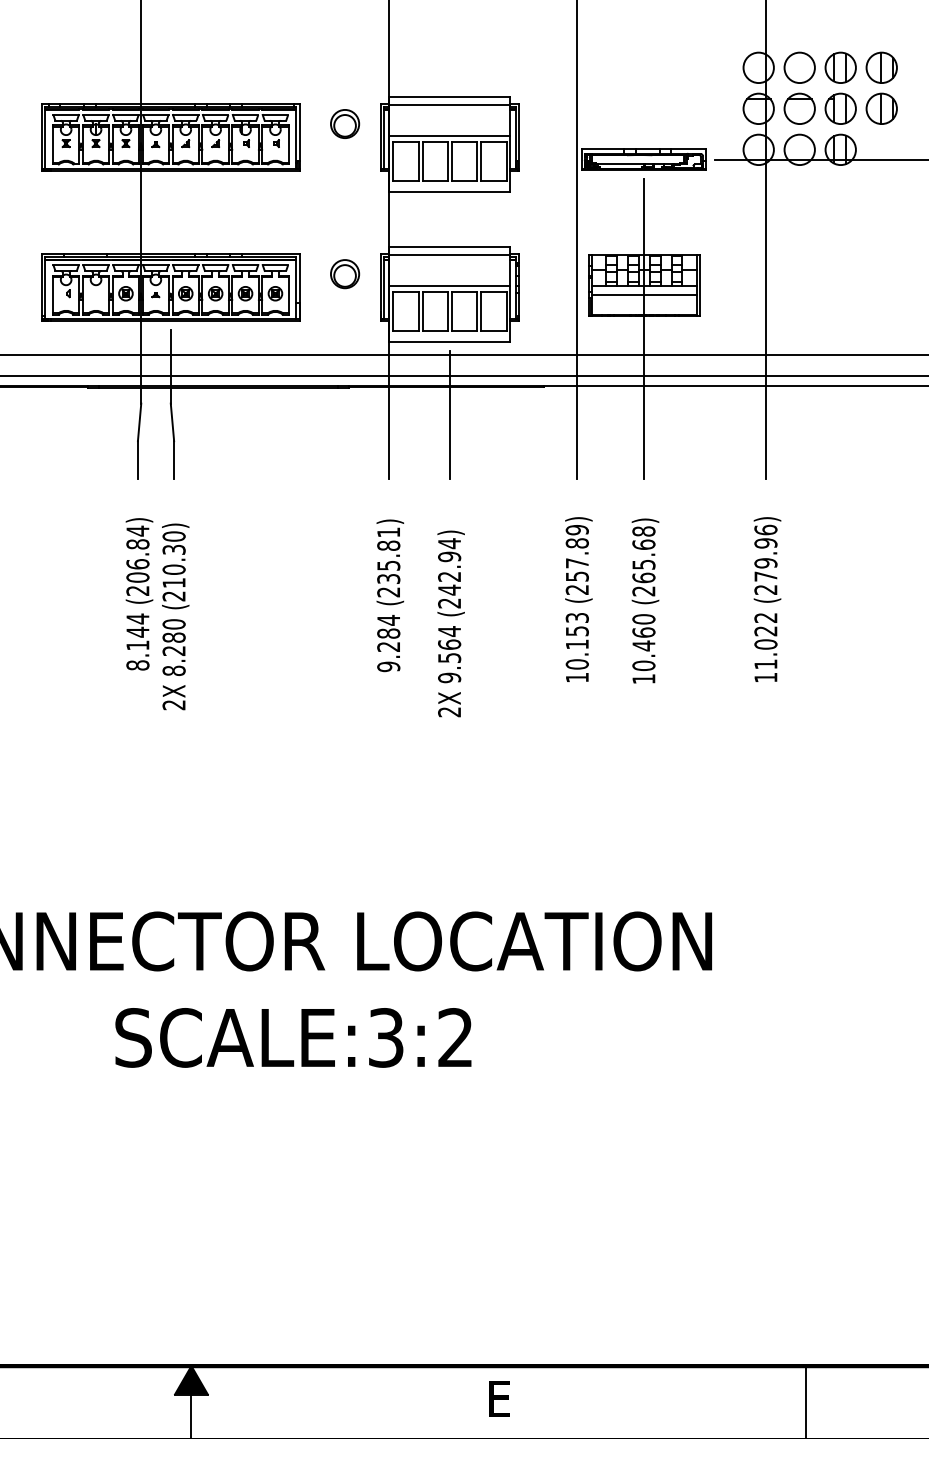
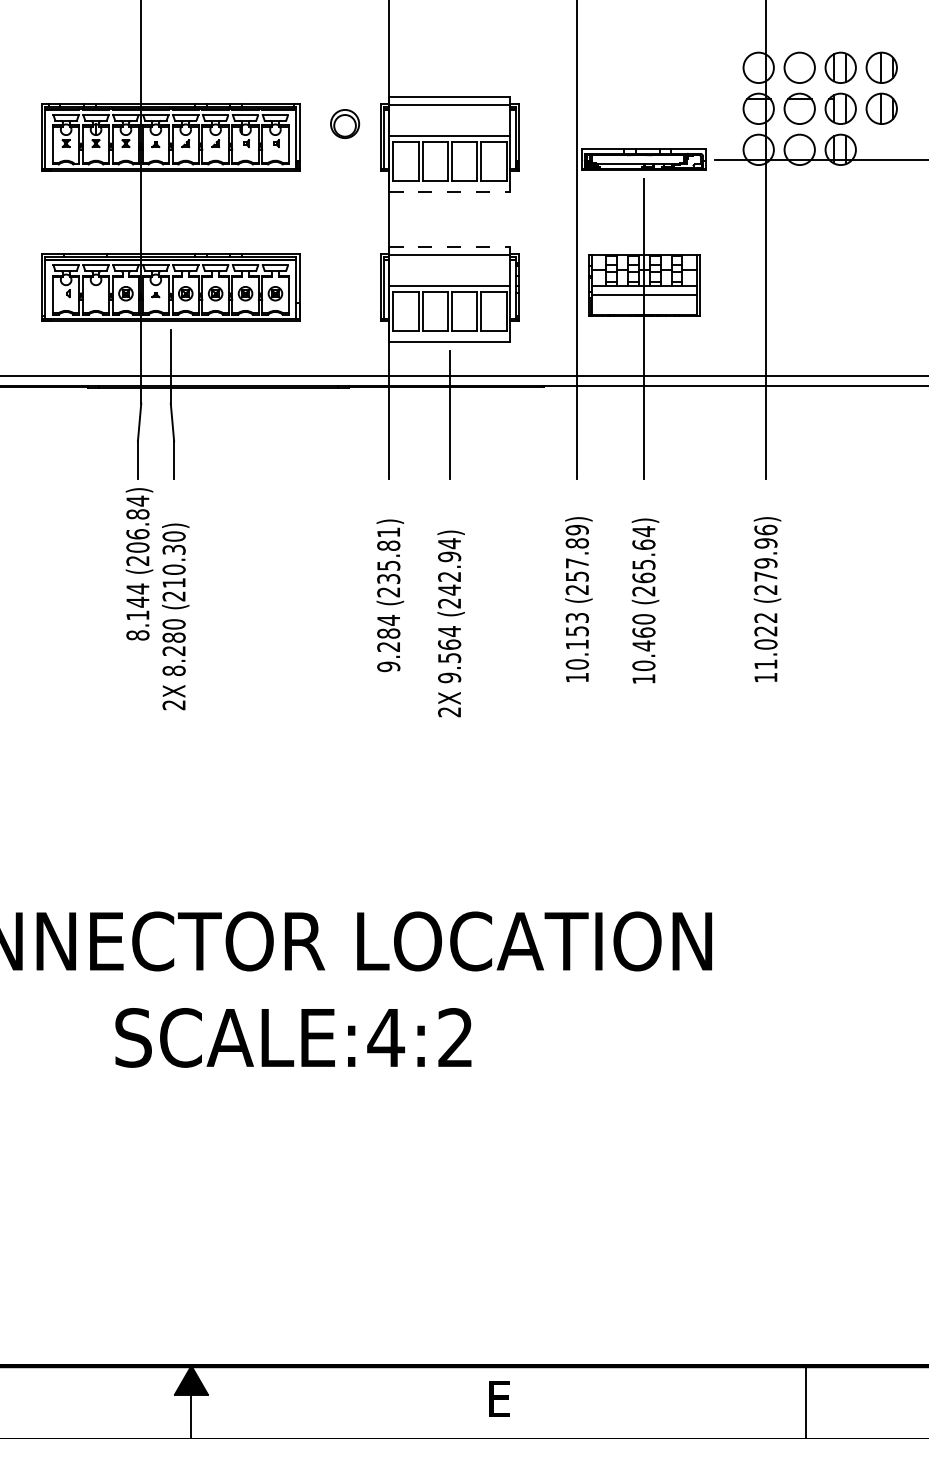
line at (449, 192): solid -> dashed
line at (449, 246): solid -> dashed
part at (345, 274): present -> none
line at (463, 354): present -> none
text at (643, 531): (265.68) -> (265.64)
text at (139, 594) position: (139, 594) -> (139, 564)
text at (386, 1037): SCALE:3:2 -> SCALE:4:2
